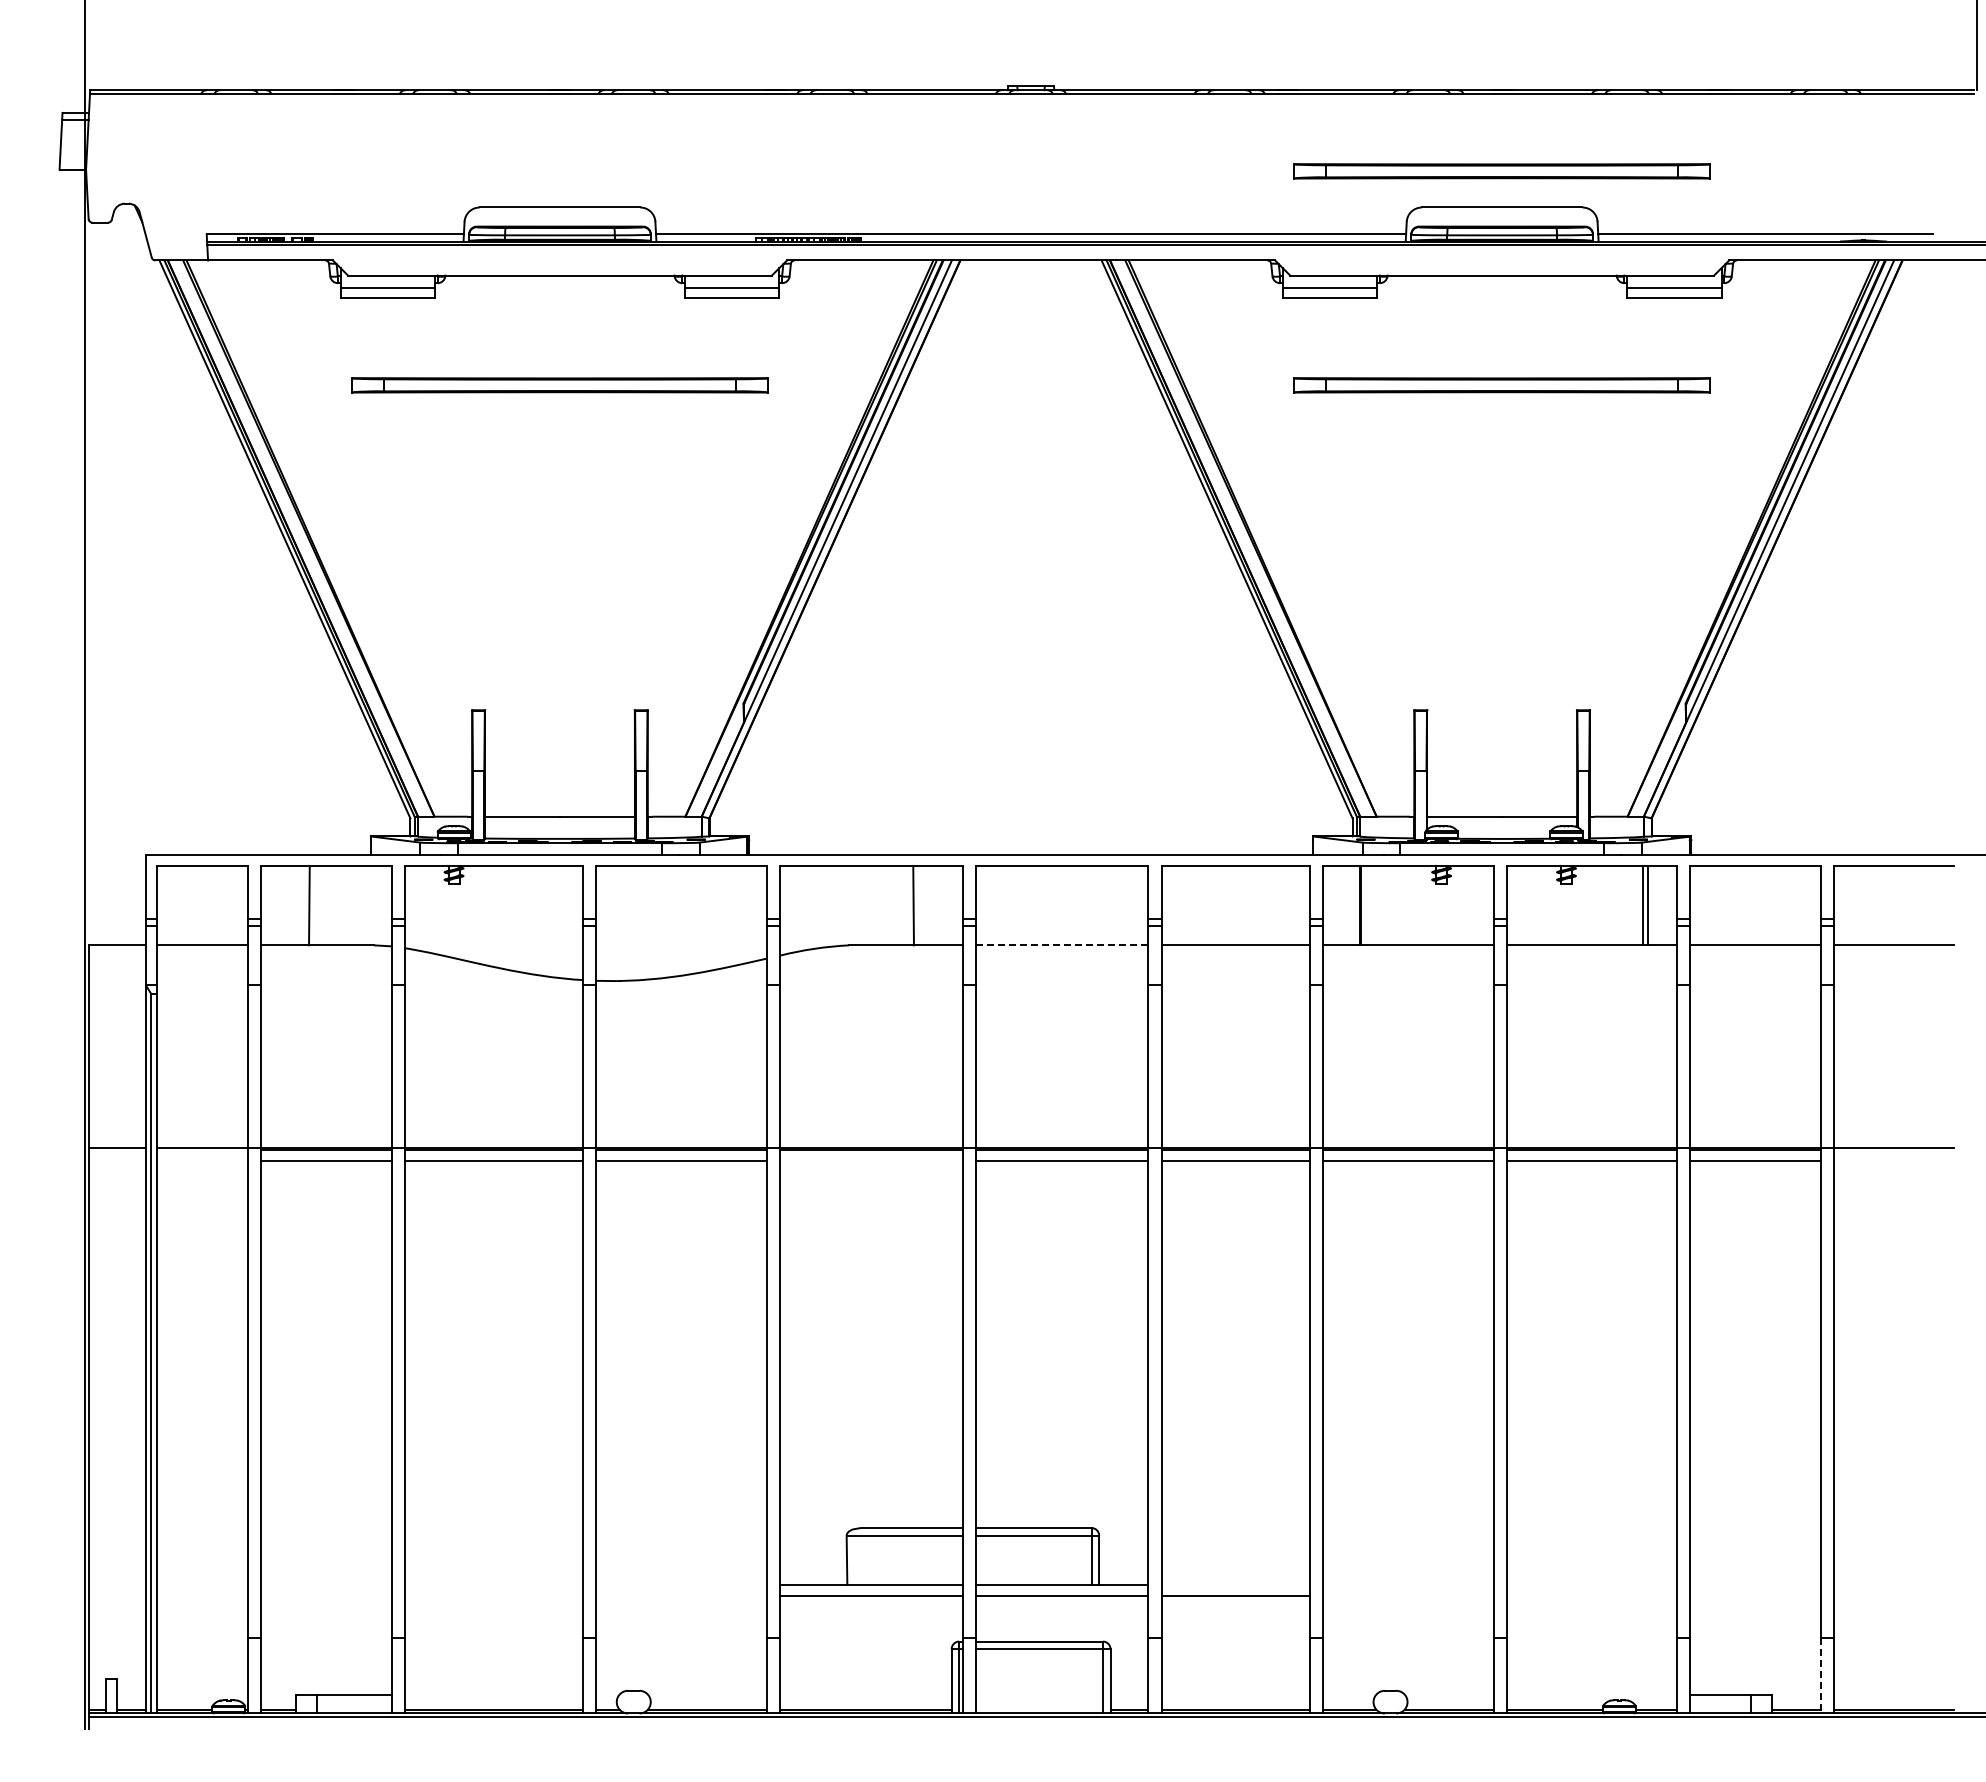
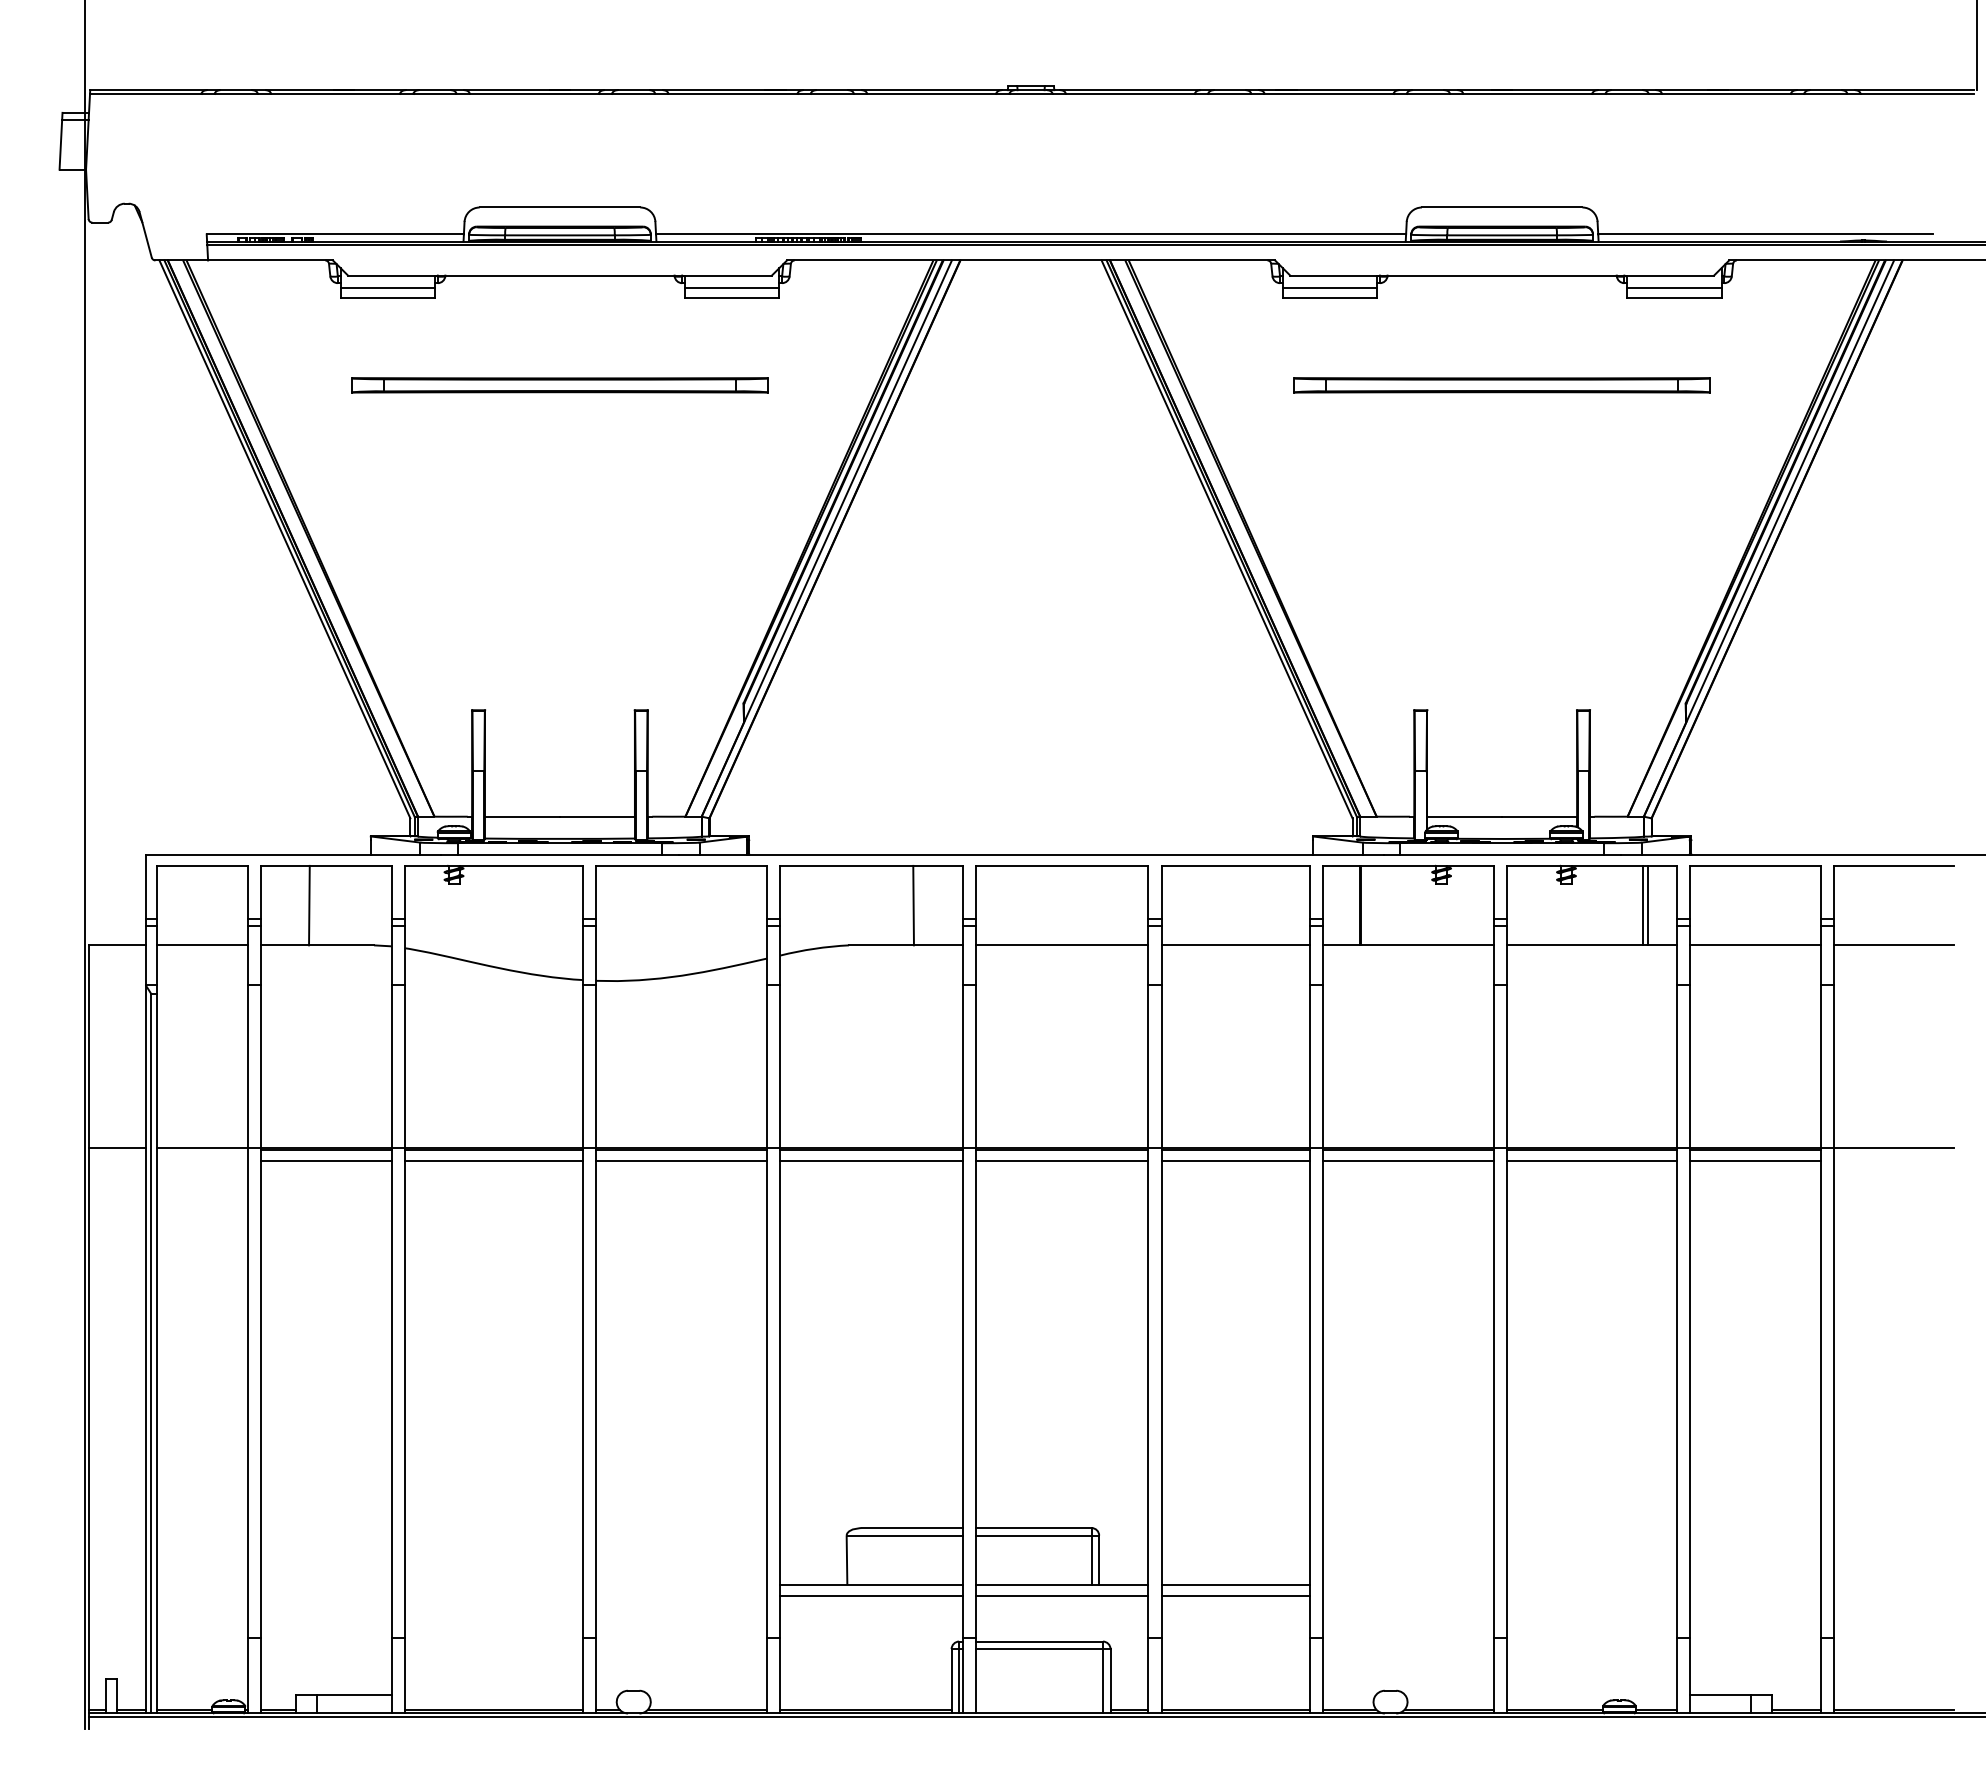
part at (1501, 171): present -> none
line at (1061, 945): dashed -> solid
line at (871, 1161): none -> present
line at (1235, 1584): none -> present
line at (1820, 1675): dashed -> solid
